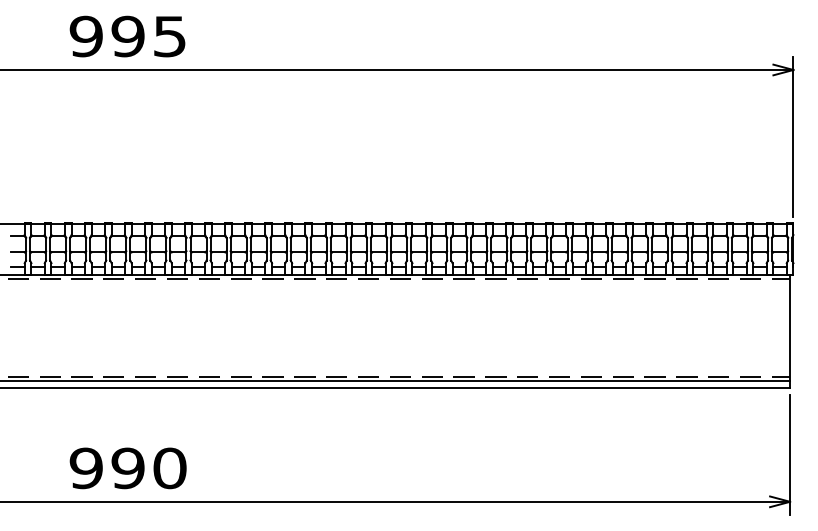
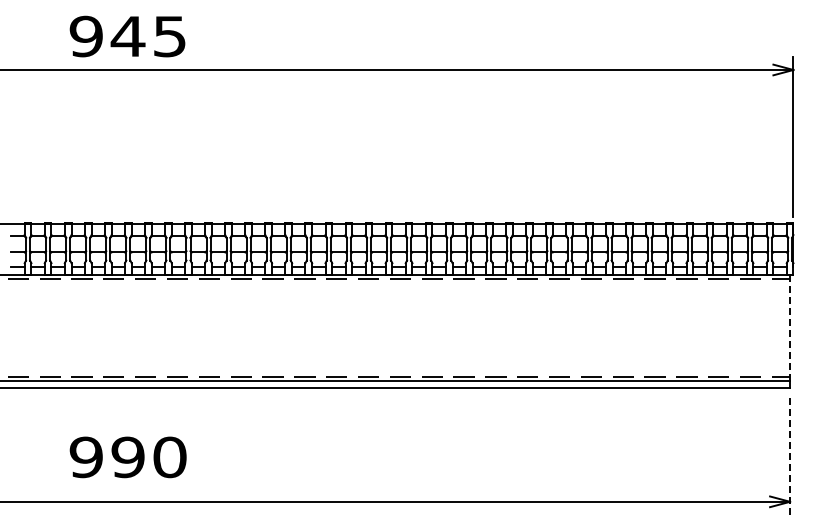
text at (127, 36): 995 -> 945
line at (790, 328): solid -> dashed
line at (790, 454): solid -> dashed
text at (127, 468) position: (127, 468) -> (127, 457)
